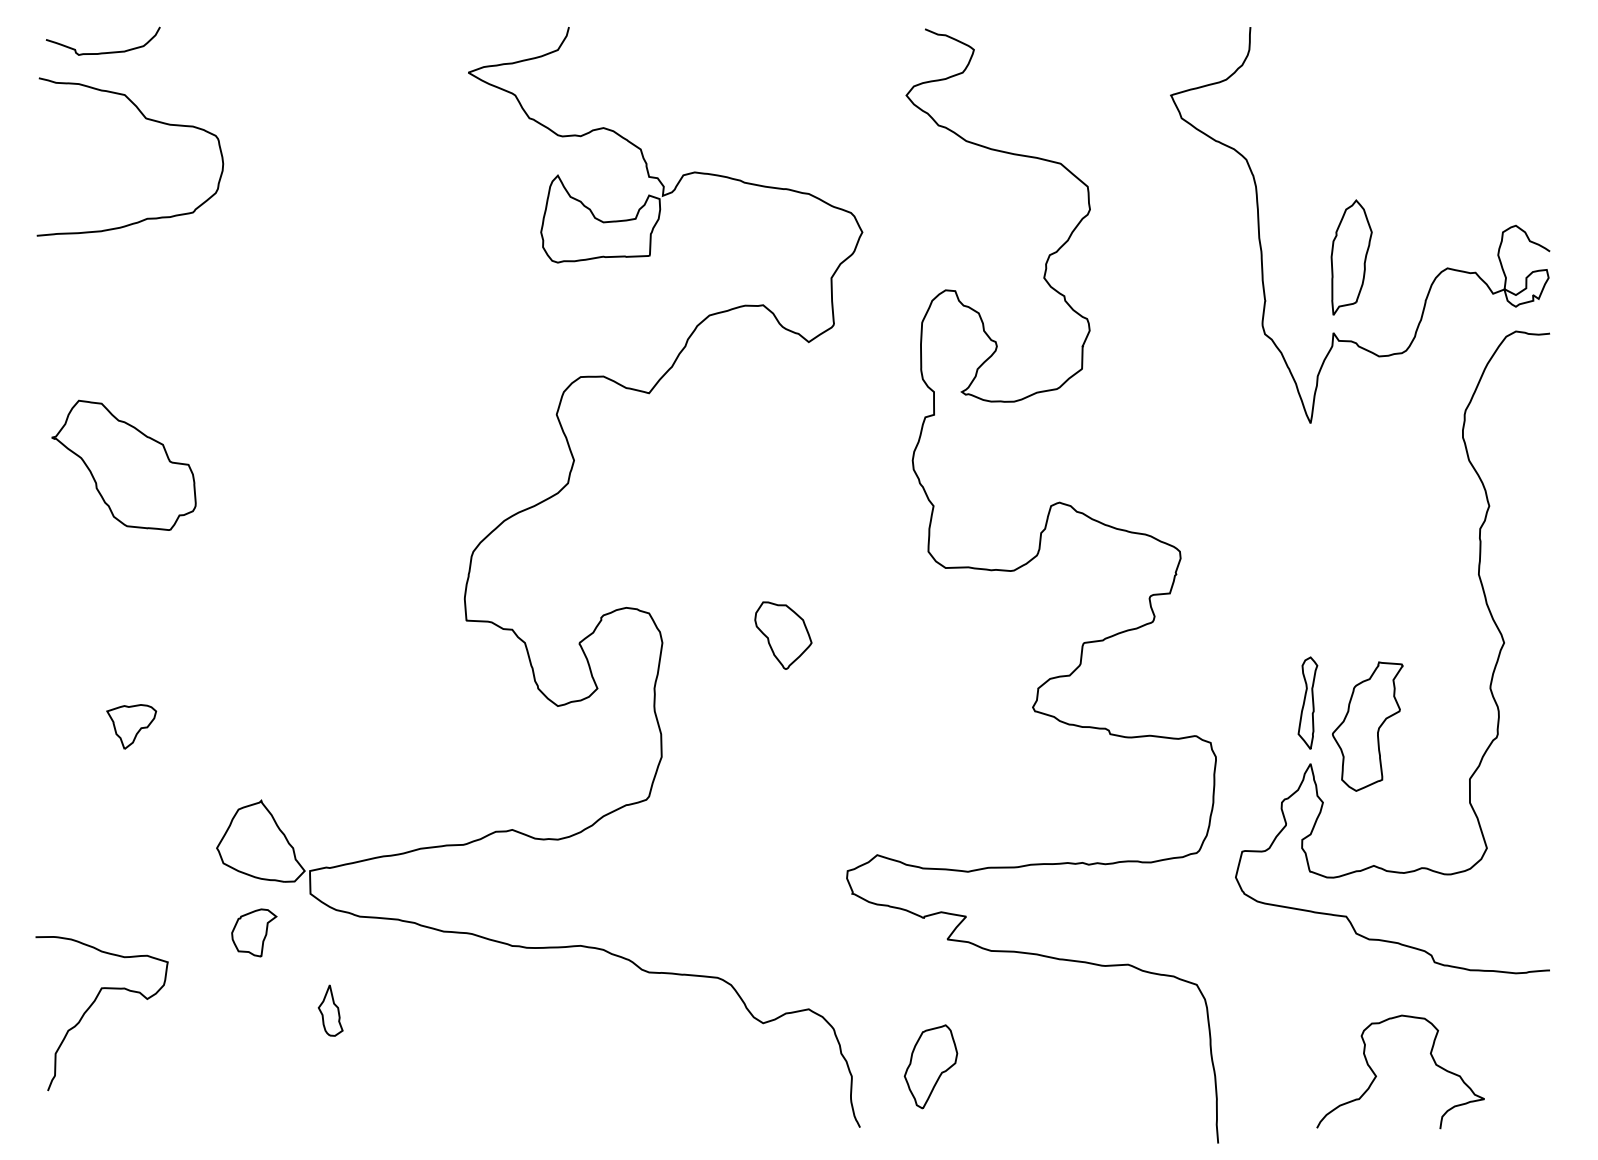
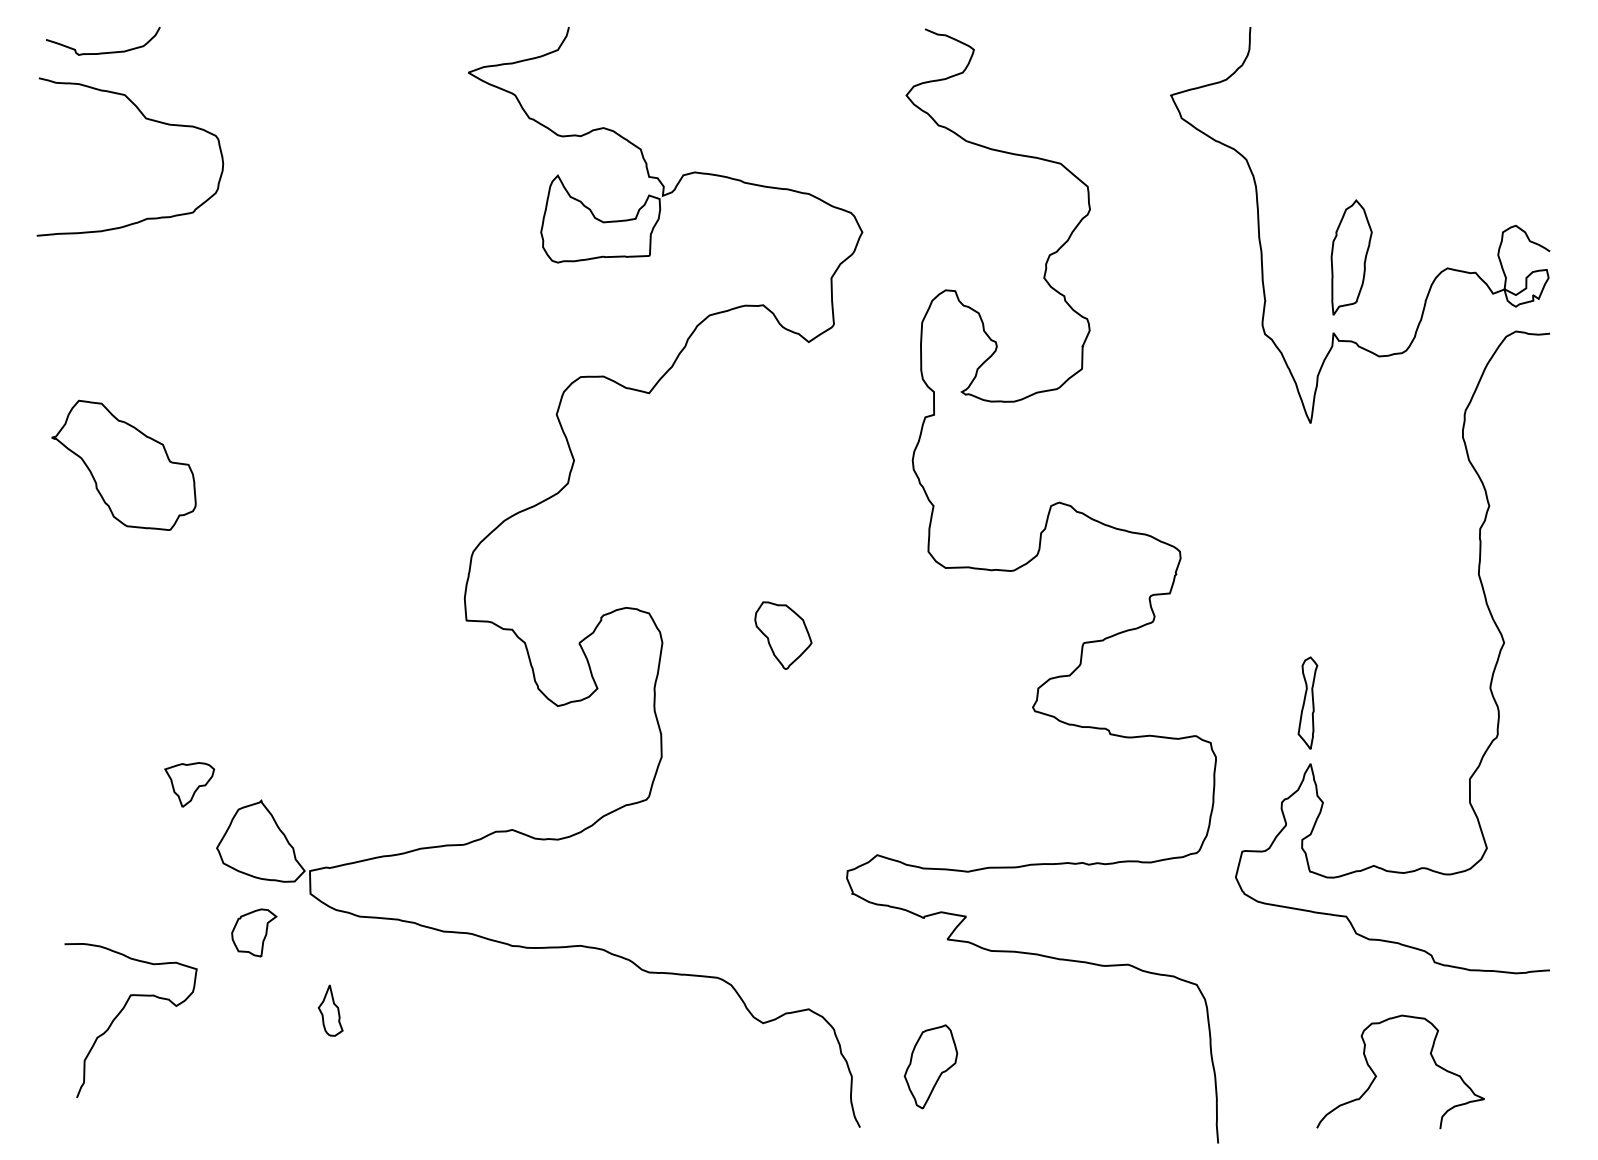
part at (131, 726) position: (131, 726) -> (189, 784)
part at (1367, 726): present -> none
curve at (93, 1004) position: (93, 1004) -> (122, 1011)
